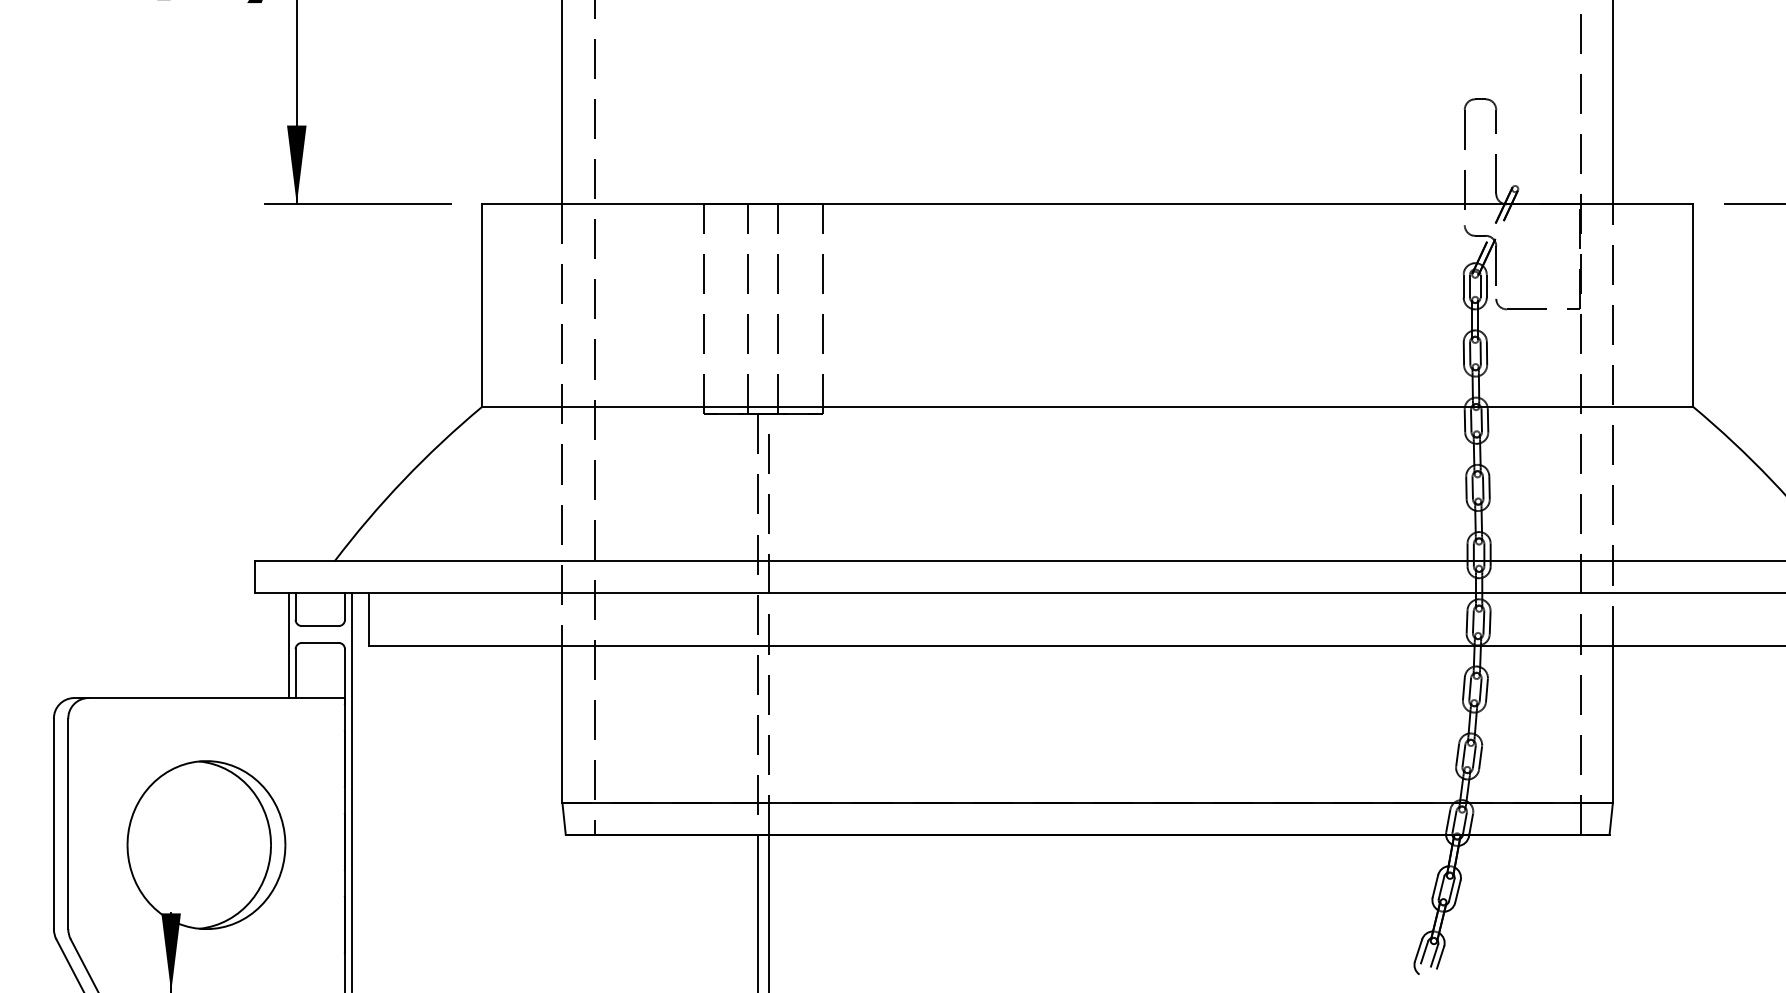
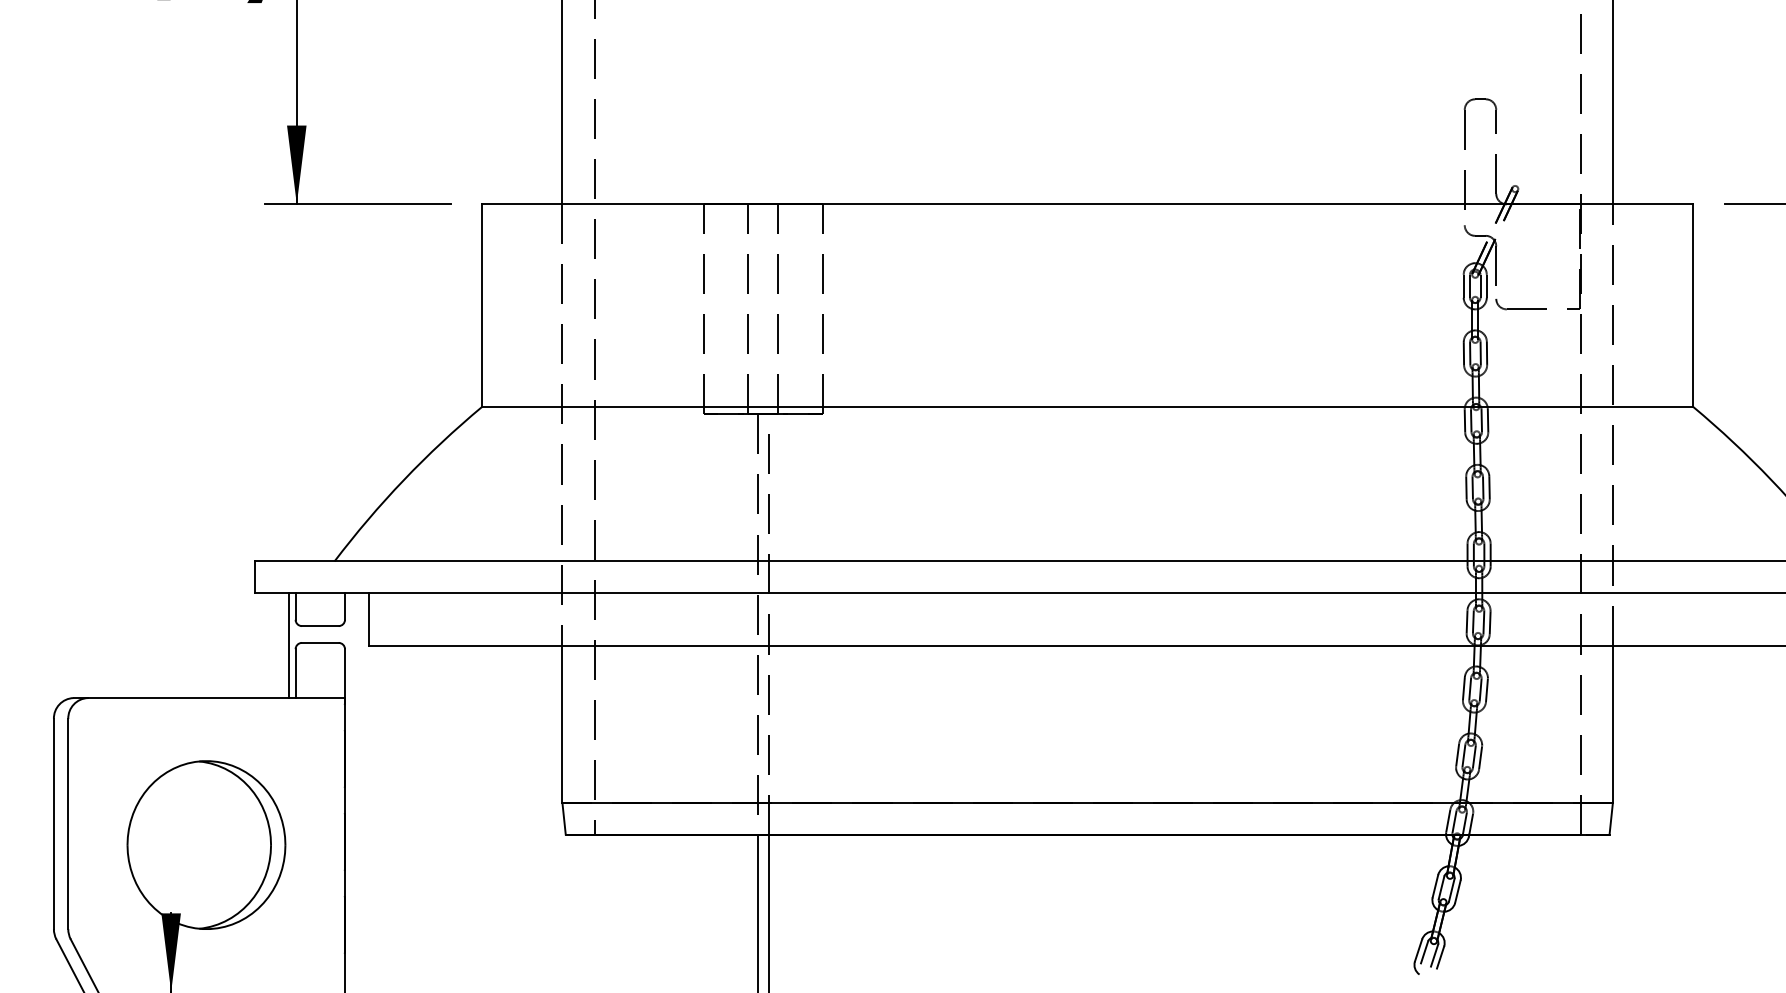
line at (352, 791): present -> none
